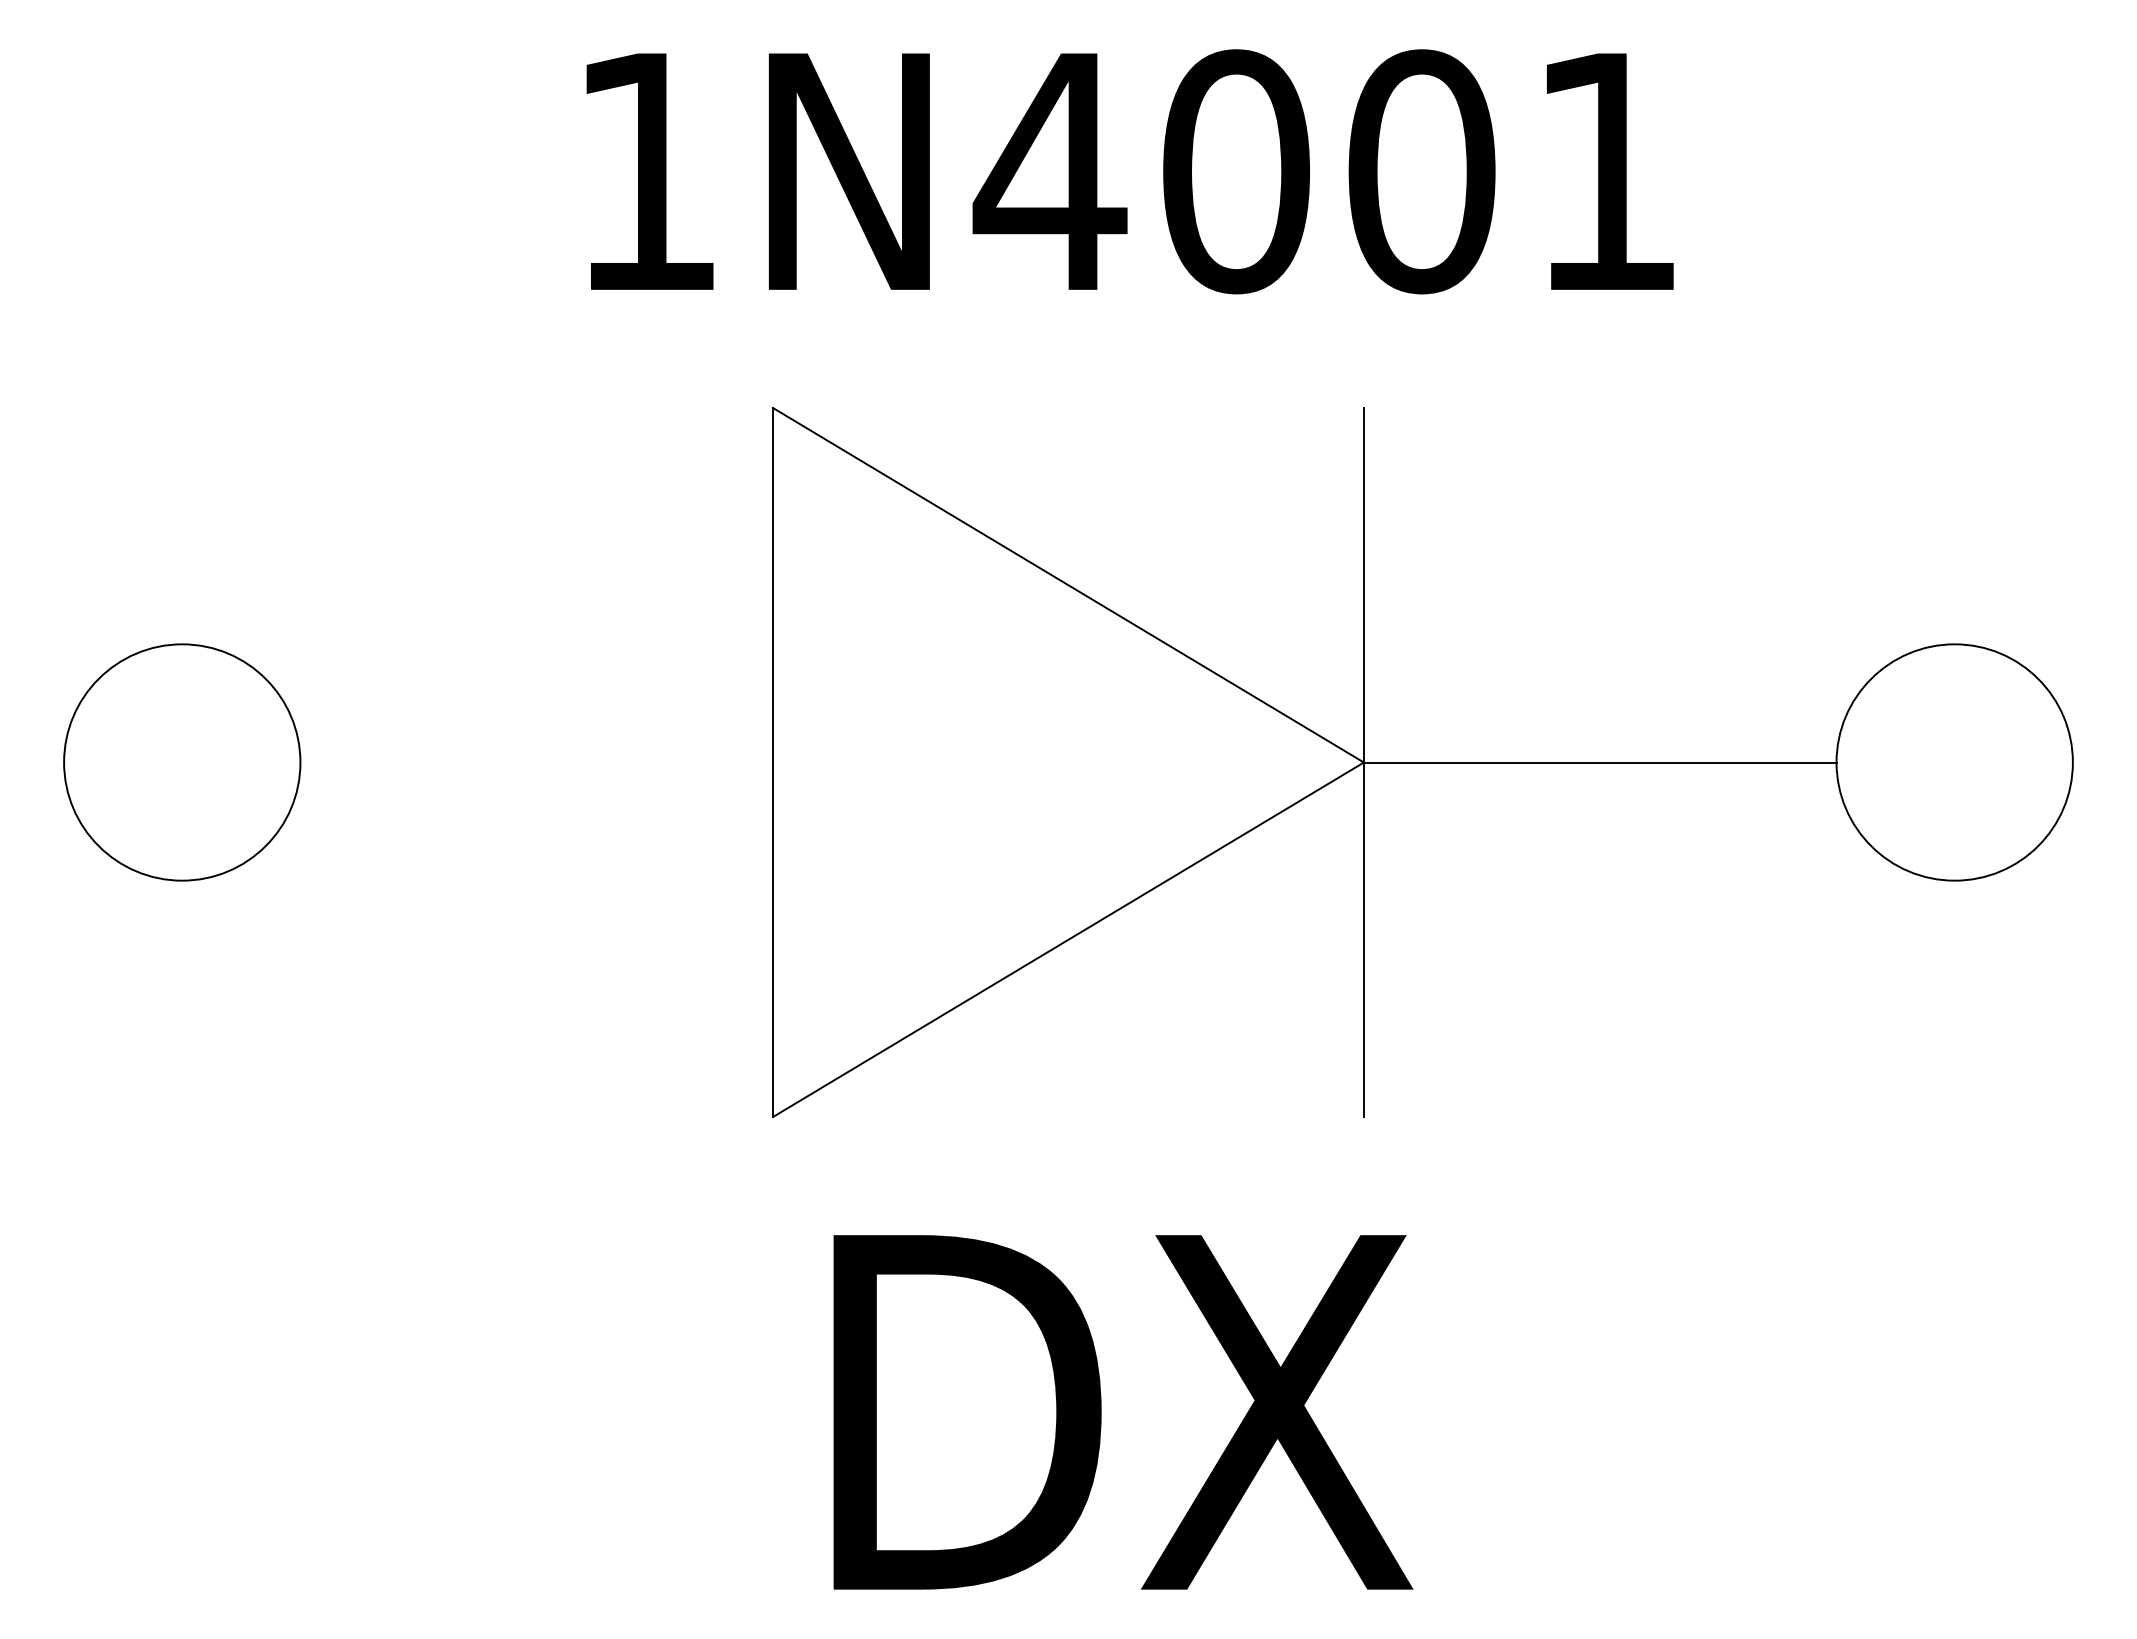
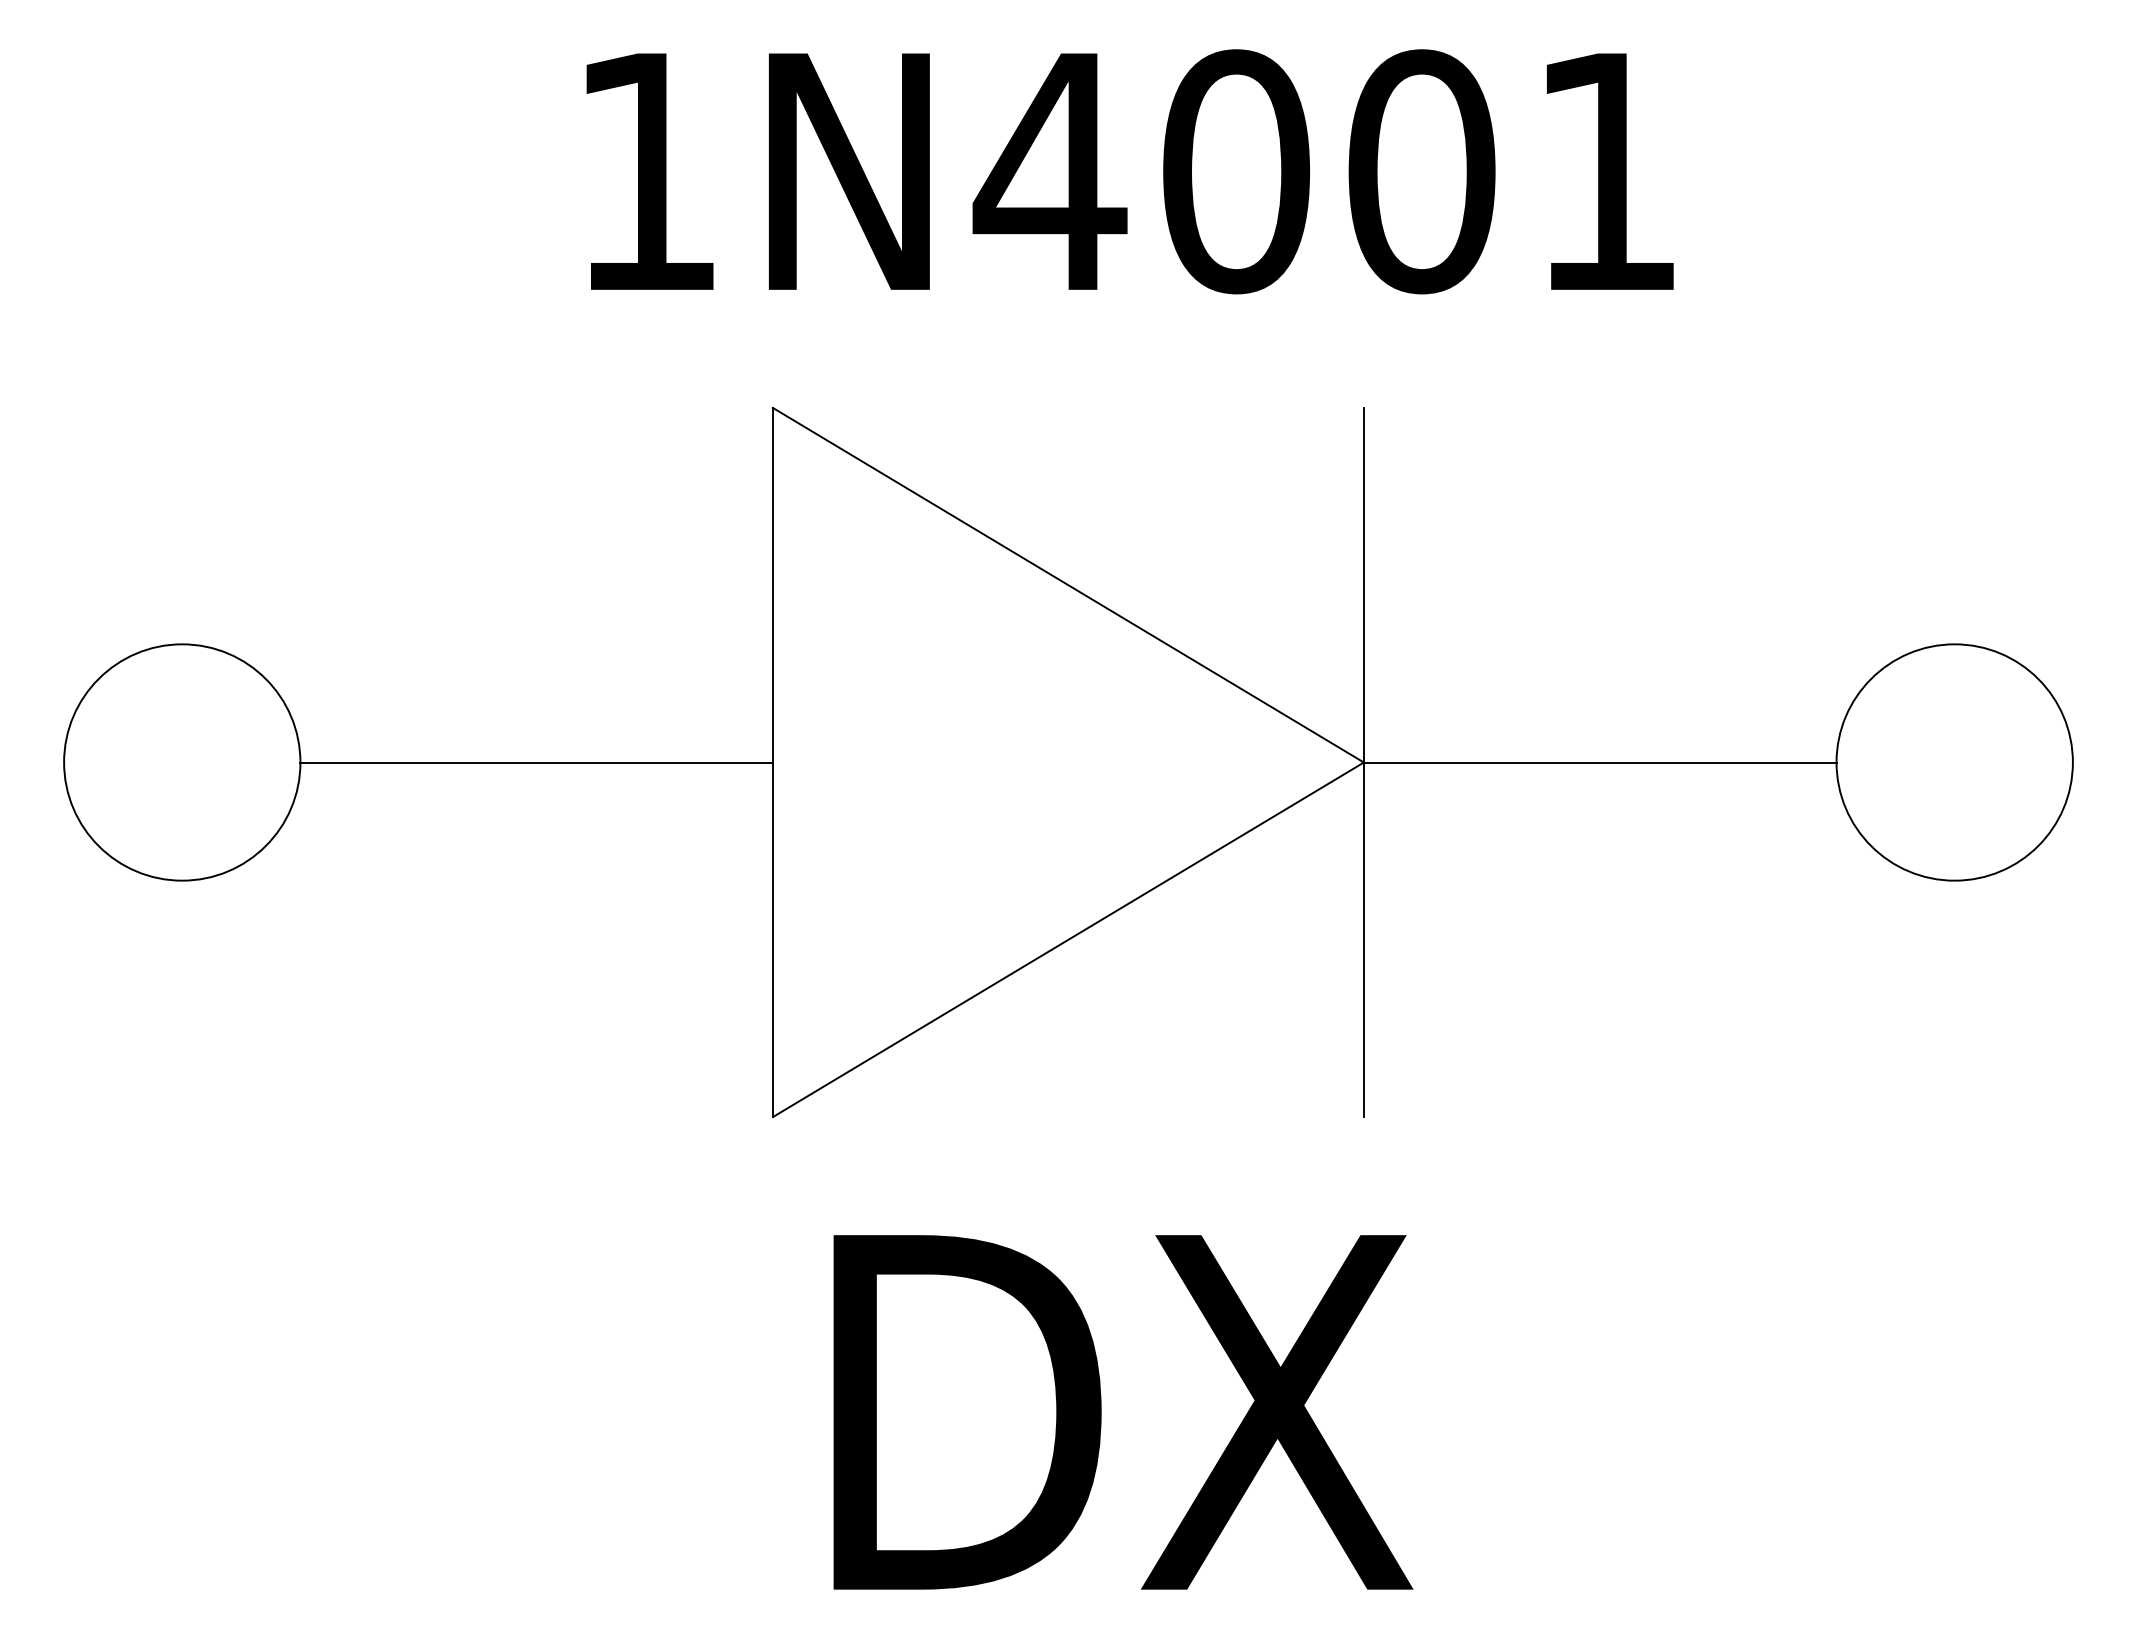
line at (536, 762): none -> present
